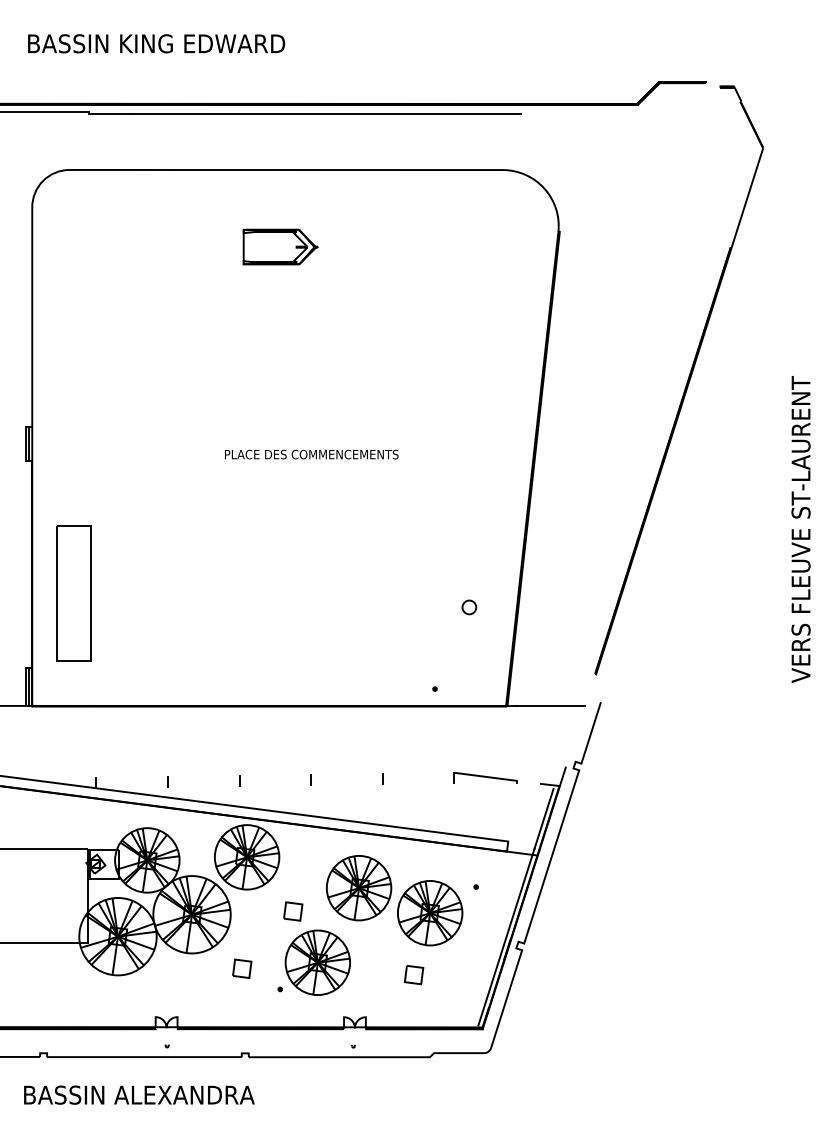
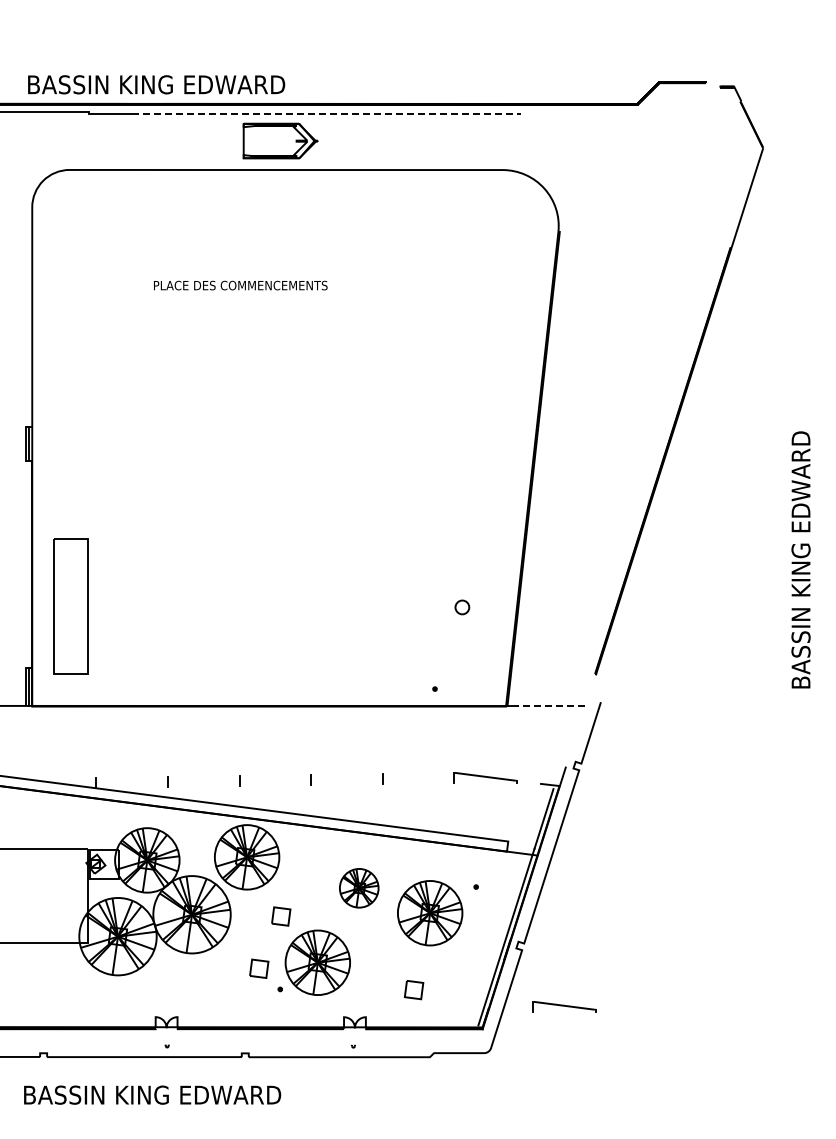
text at (156, 43) position: (156, 43) -> (156, 84)
line at (326, 113): solid -> dashed
part at (280, 246) position: (280, 246) -> (280, 140)
text at (311, 454) position: (311, 454) -> (240, 285)
text at (800, 532): VERS FLEUVE ST-LAURENT -> BASSIN KING EDWARD
part at (73, 593) position: (73, 593) -> (70, 606)
circle at (469, 607) position: (469, 607) -> (462, 607)
line at (551, 706): solid -> dashed
part at (359, 888) size: 67x67 px -> 41x41 px
part at (293, 911) position: (293, 911) -> (281, 916)
part at (242, 968) position: (242, 968) -> (259, 968)
part at (413, 975) position: (413, 975) -> (413, 990)
part at (564, 1006): none -> present
text at (197, 1094): BASSIN ALEXANDRA -> BASSIN KING EDWARD
